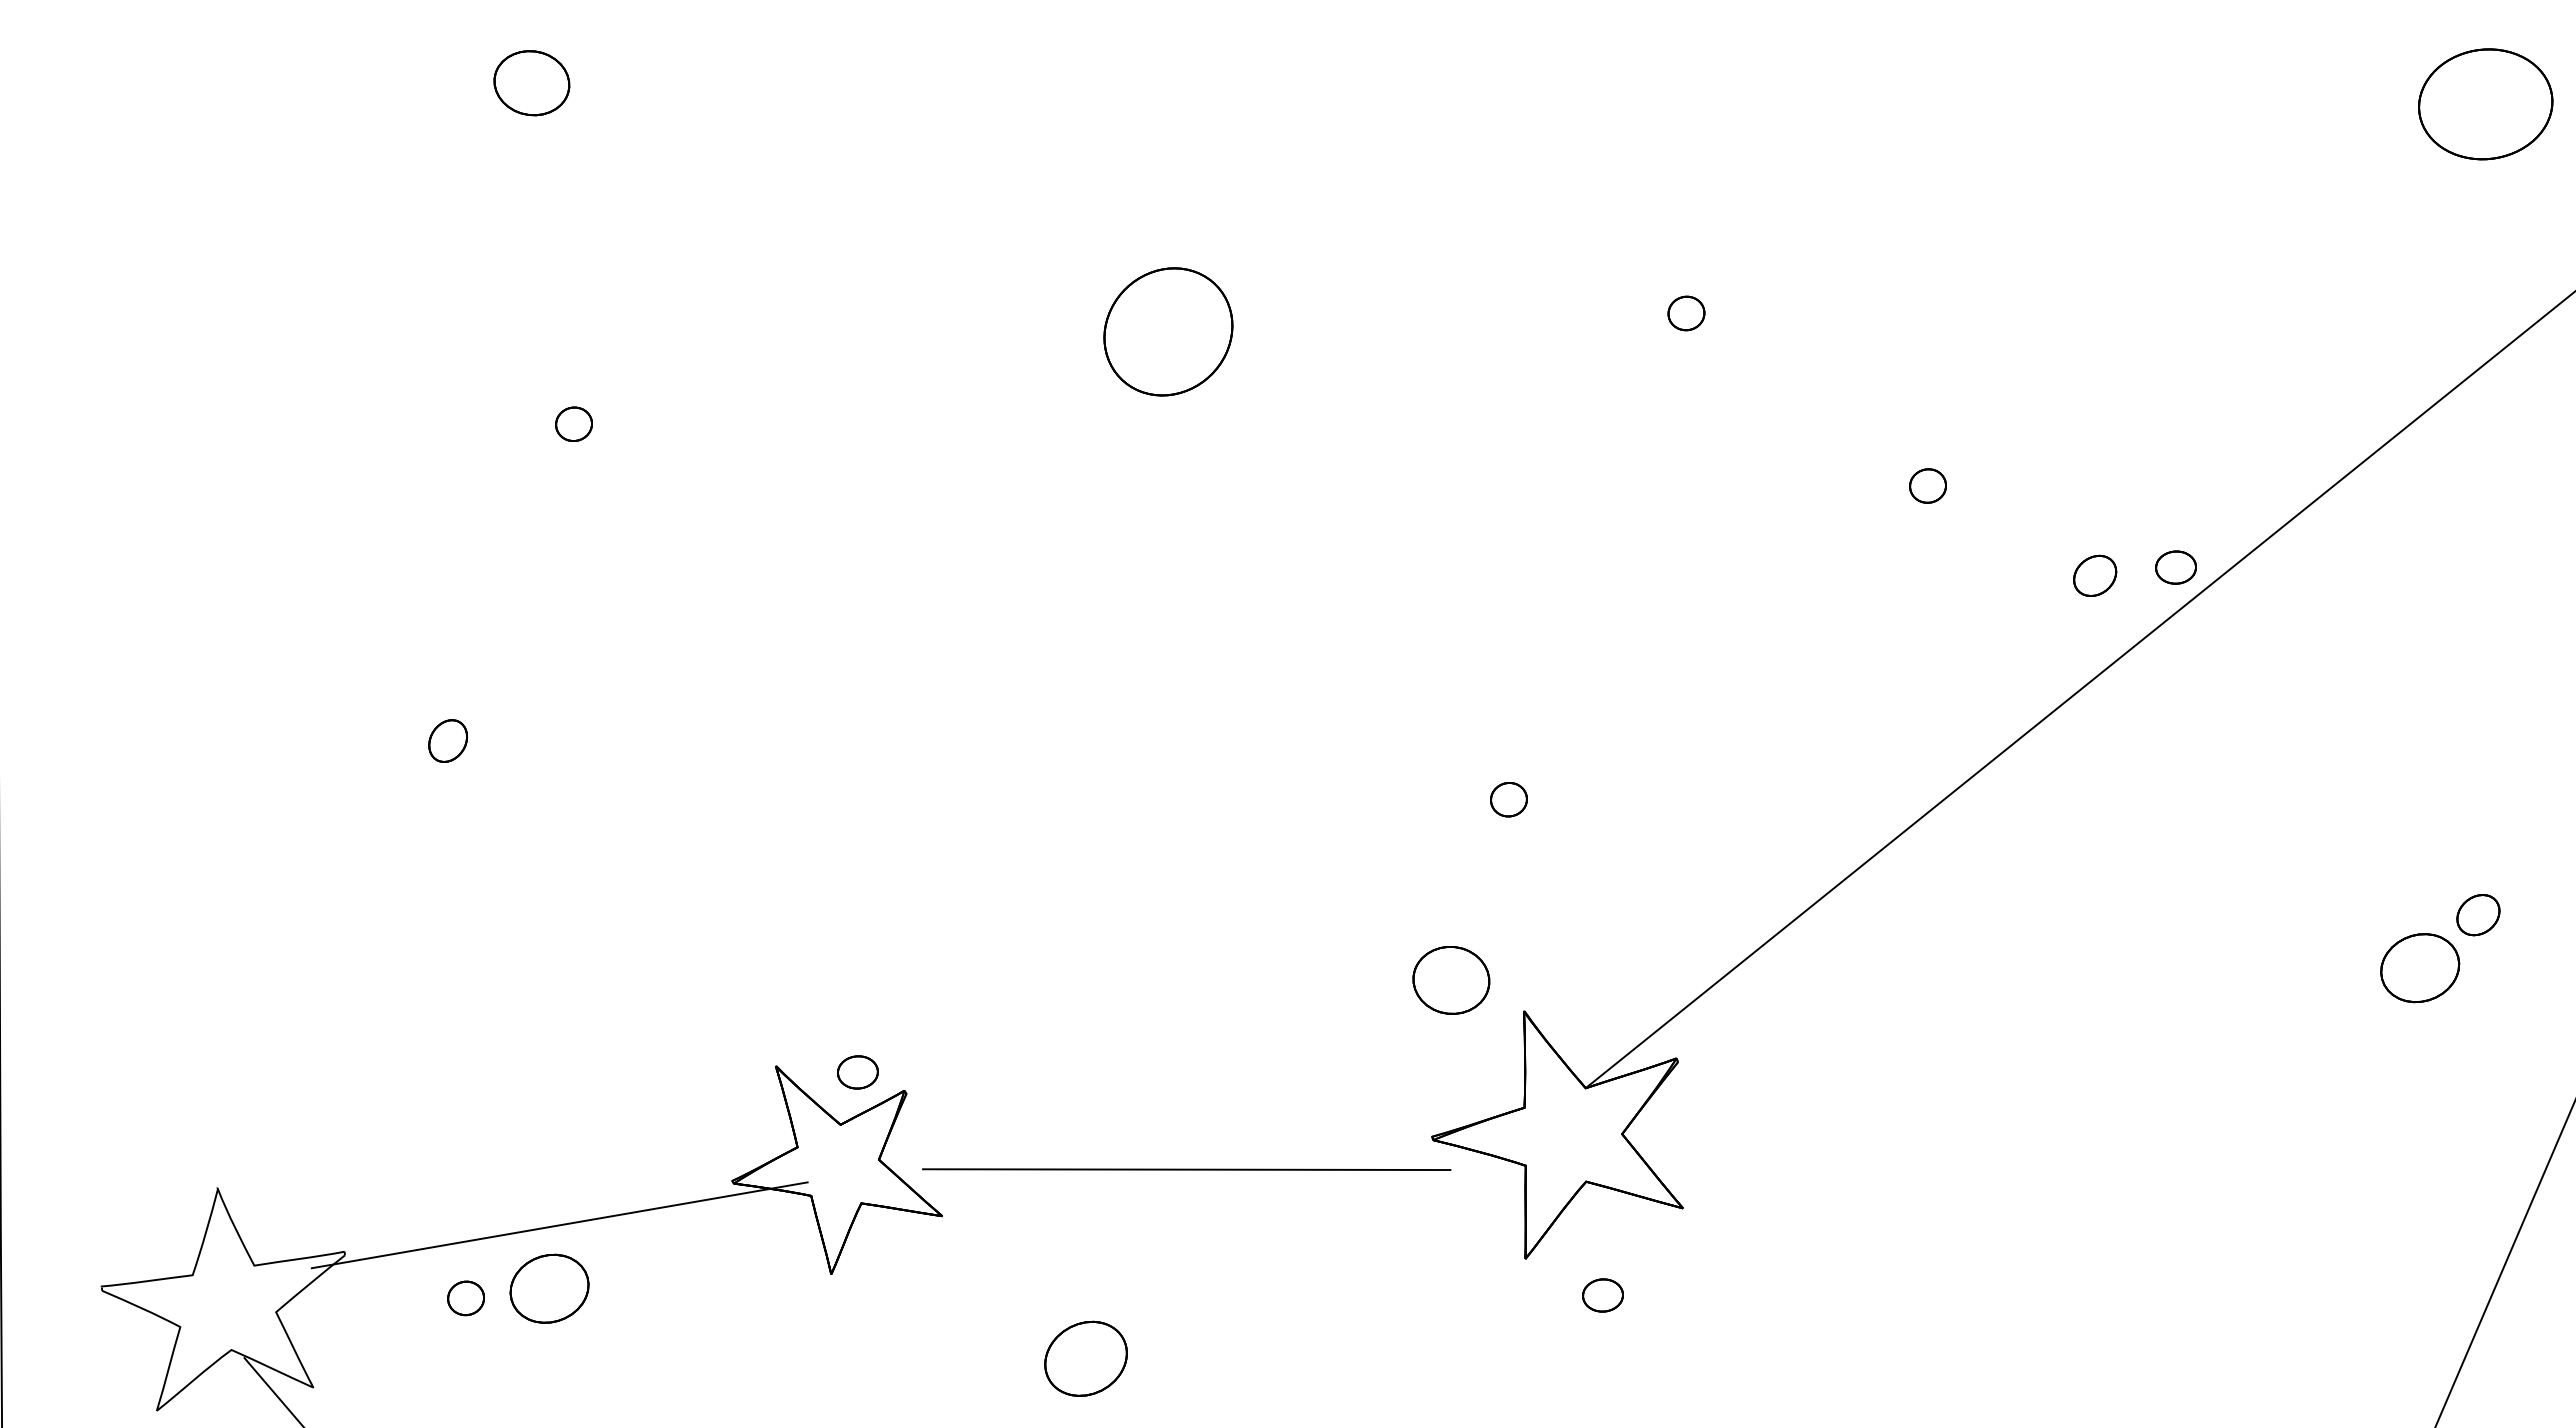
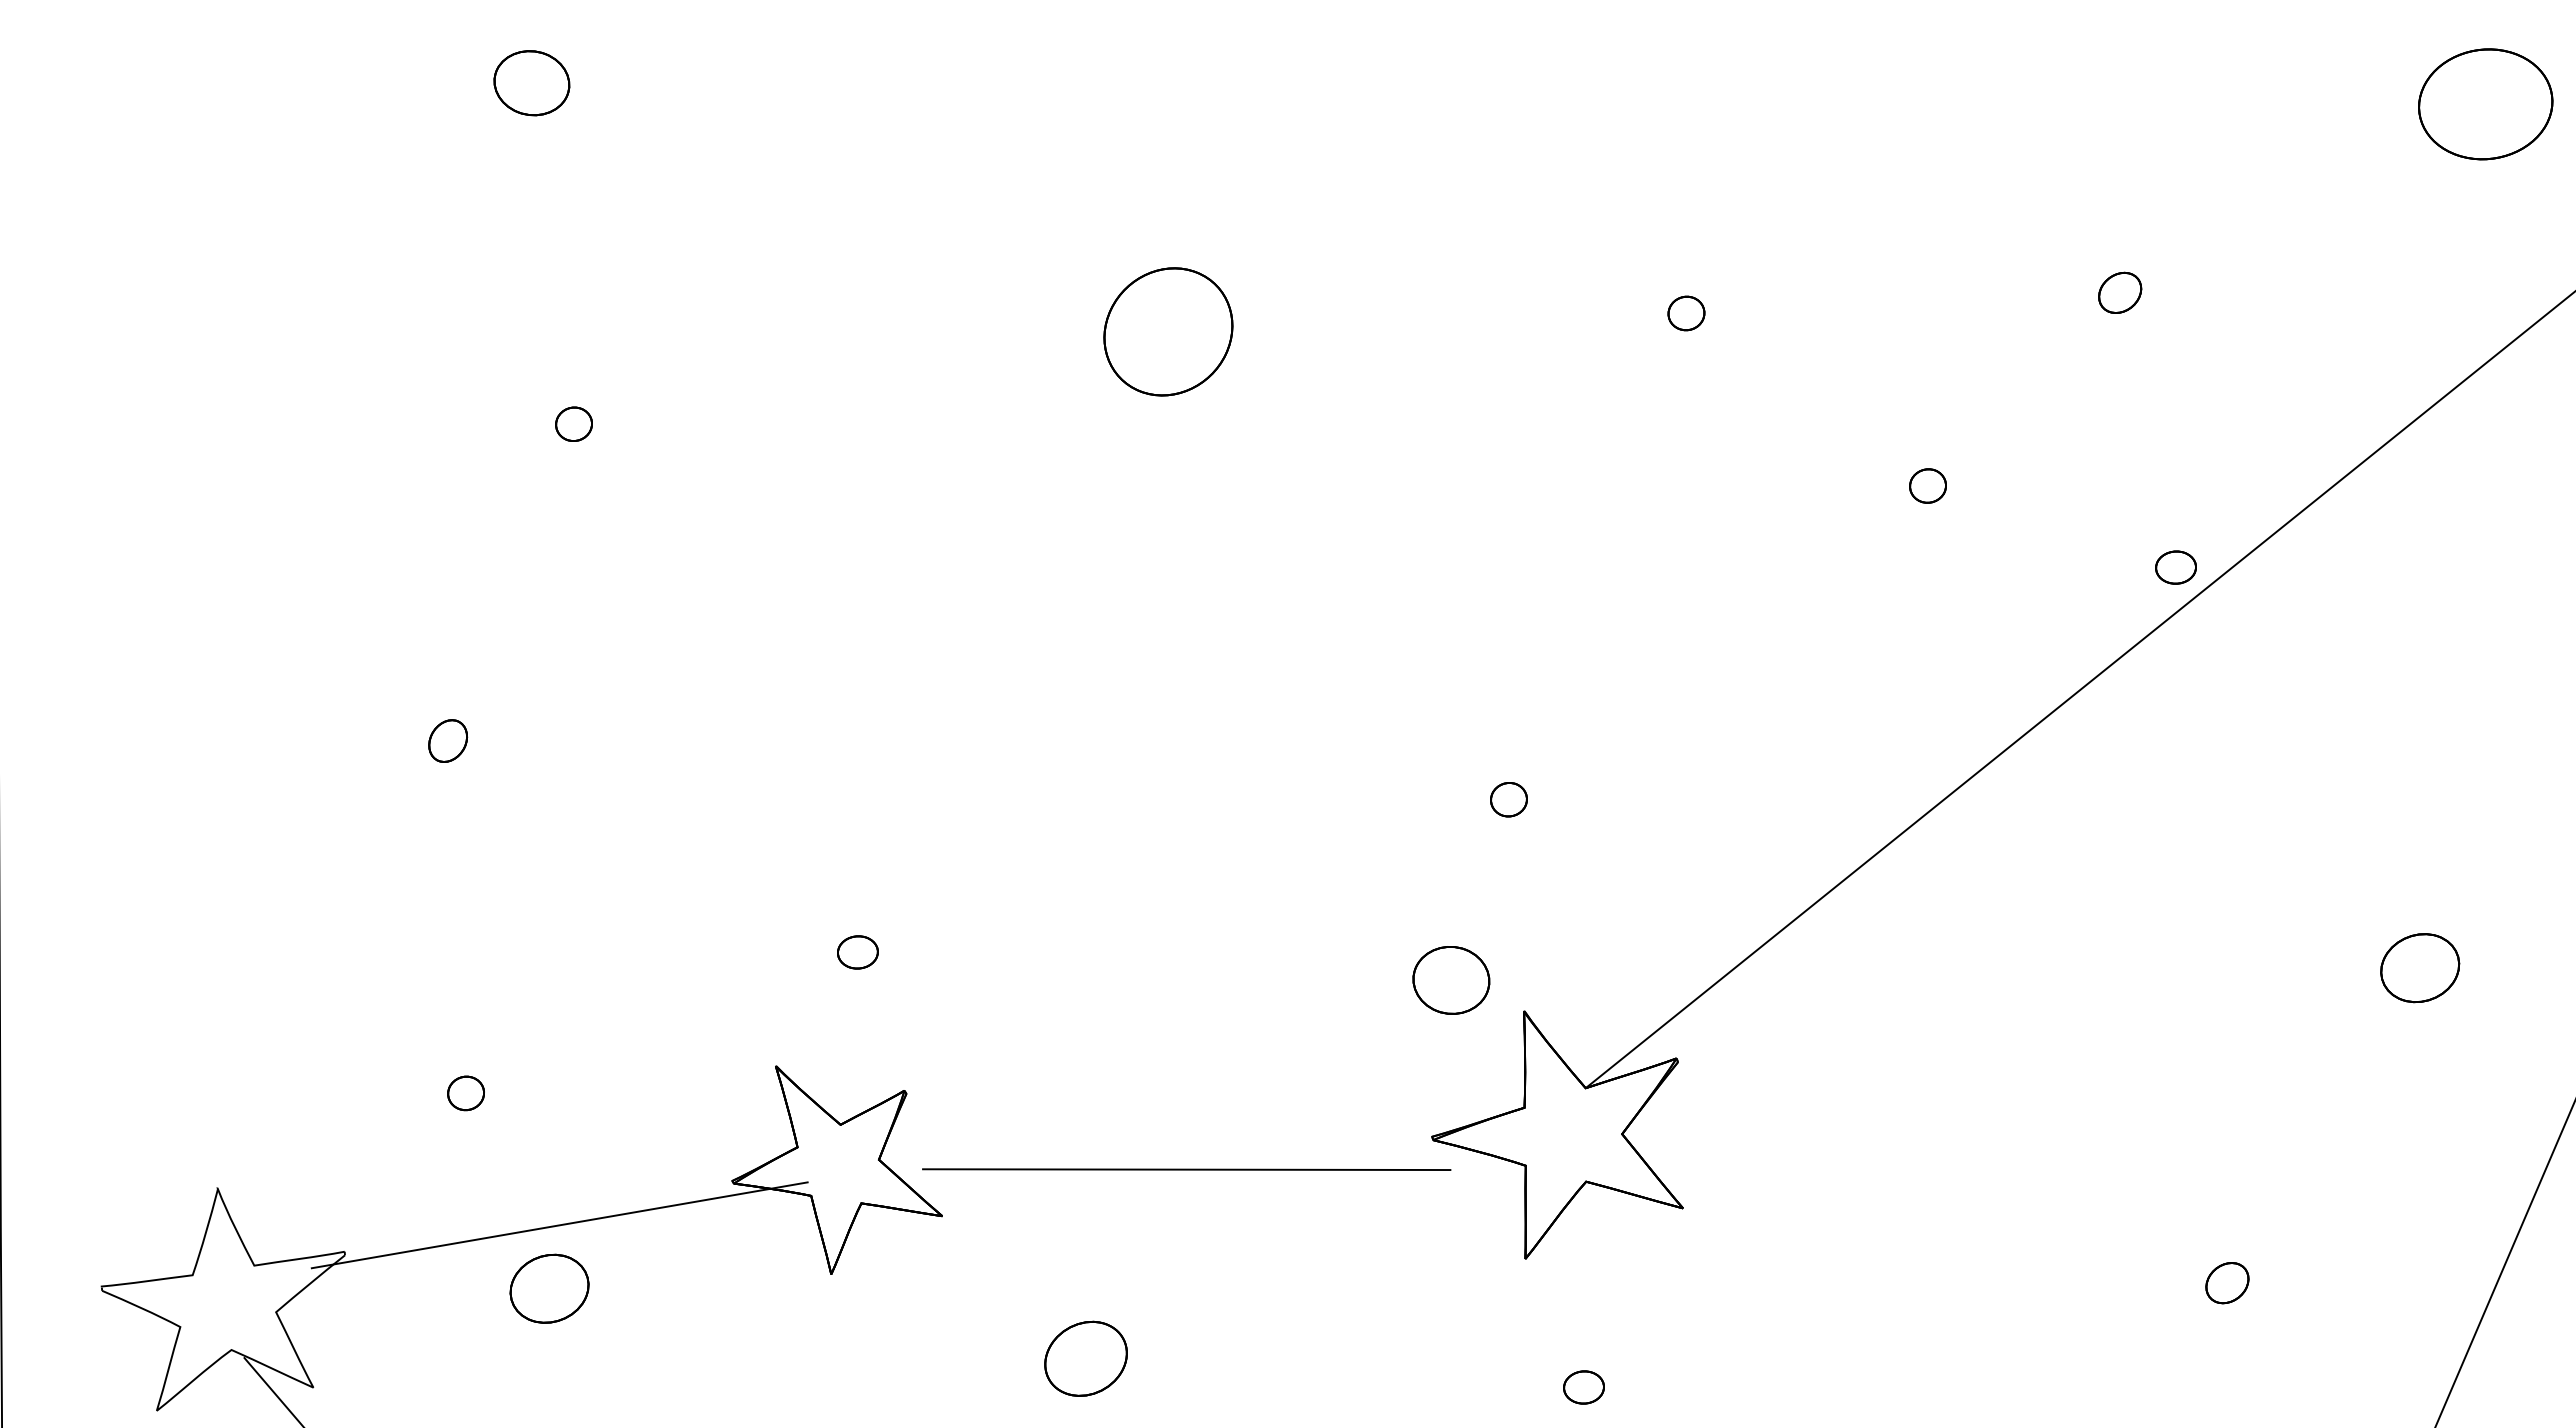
part at (2095, 575) position: (2095, 575) -> (2120, 292)
part at (2478, 915) position: (2478, 915) -> (2227, 1283)
part at (857, 1072) position: (857, 1072) -> (857, 952)
part at (1602, 1295) position: (1602, 1295) -> (1583, 1387)
part at (465, 1298) position: (465, 1298) -> (465, 1093)
